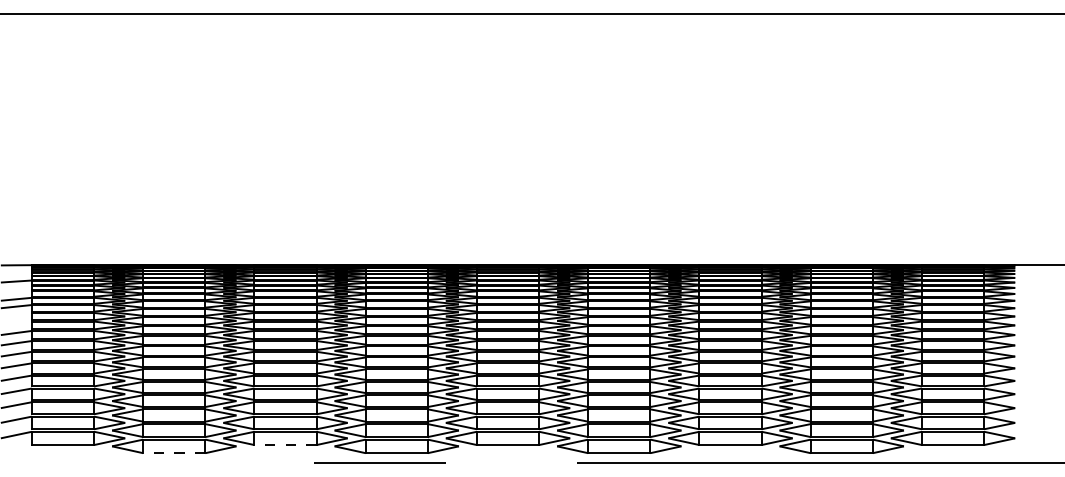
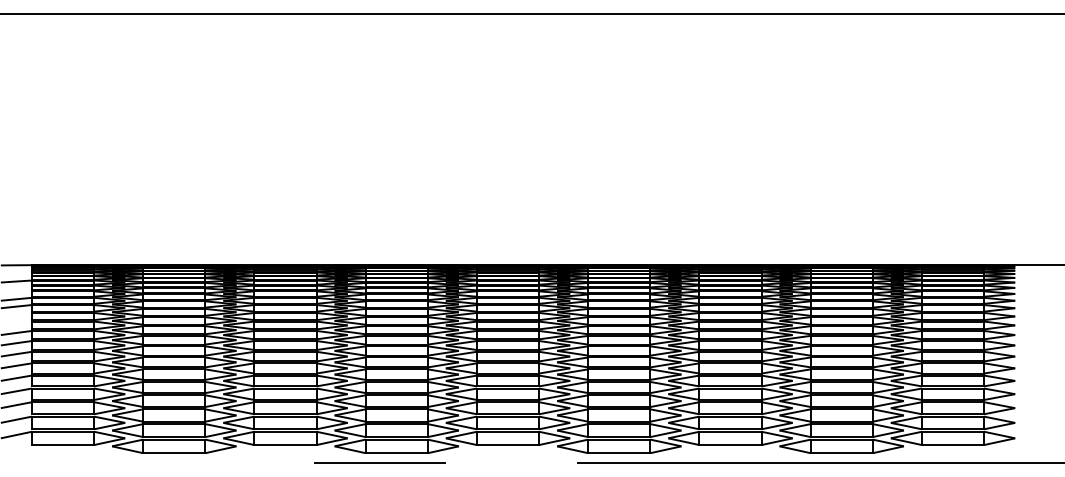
line at (285, 445): dashed -> solid
line at (173, 453): dashed -> solid
